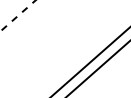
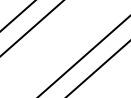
line at (17, 16): dashed -> solid
line at (31, 28): none -> present
line at (90, 61) position: (90, 61) -> (84, 56)
